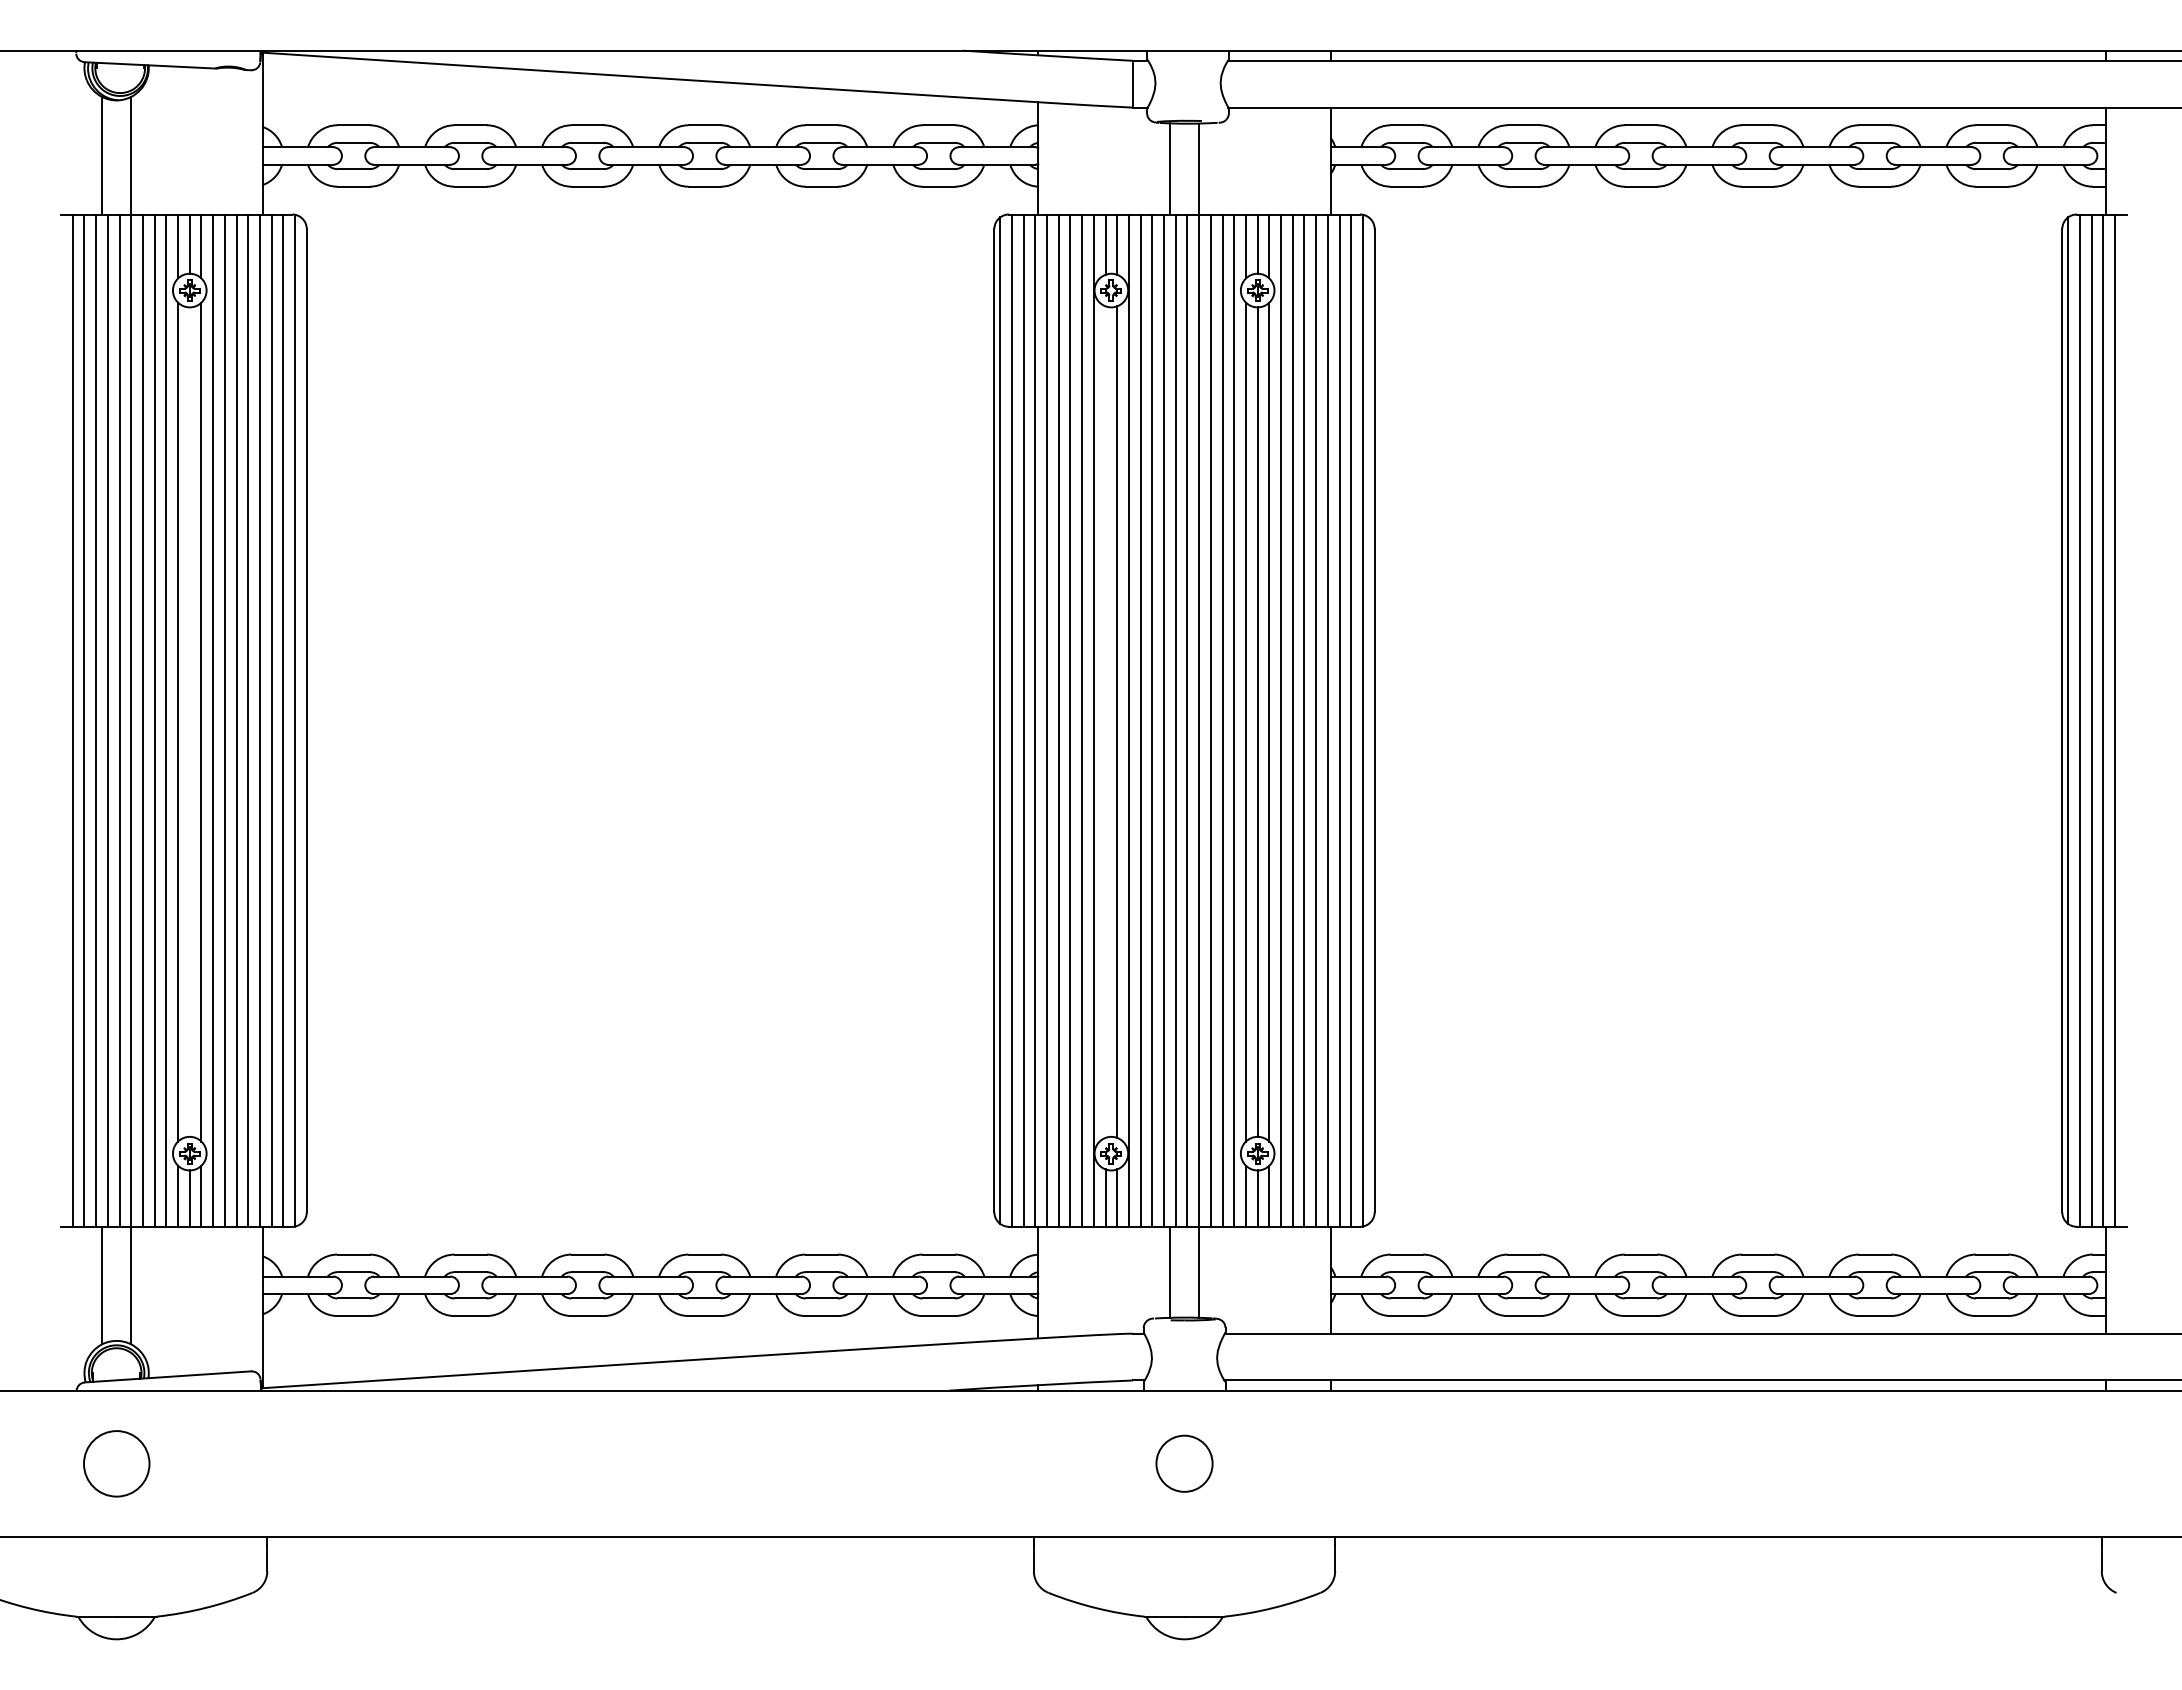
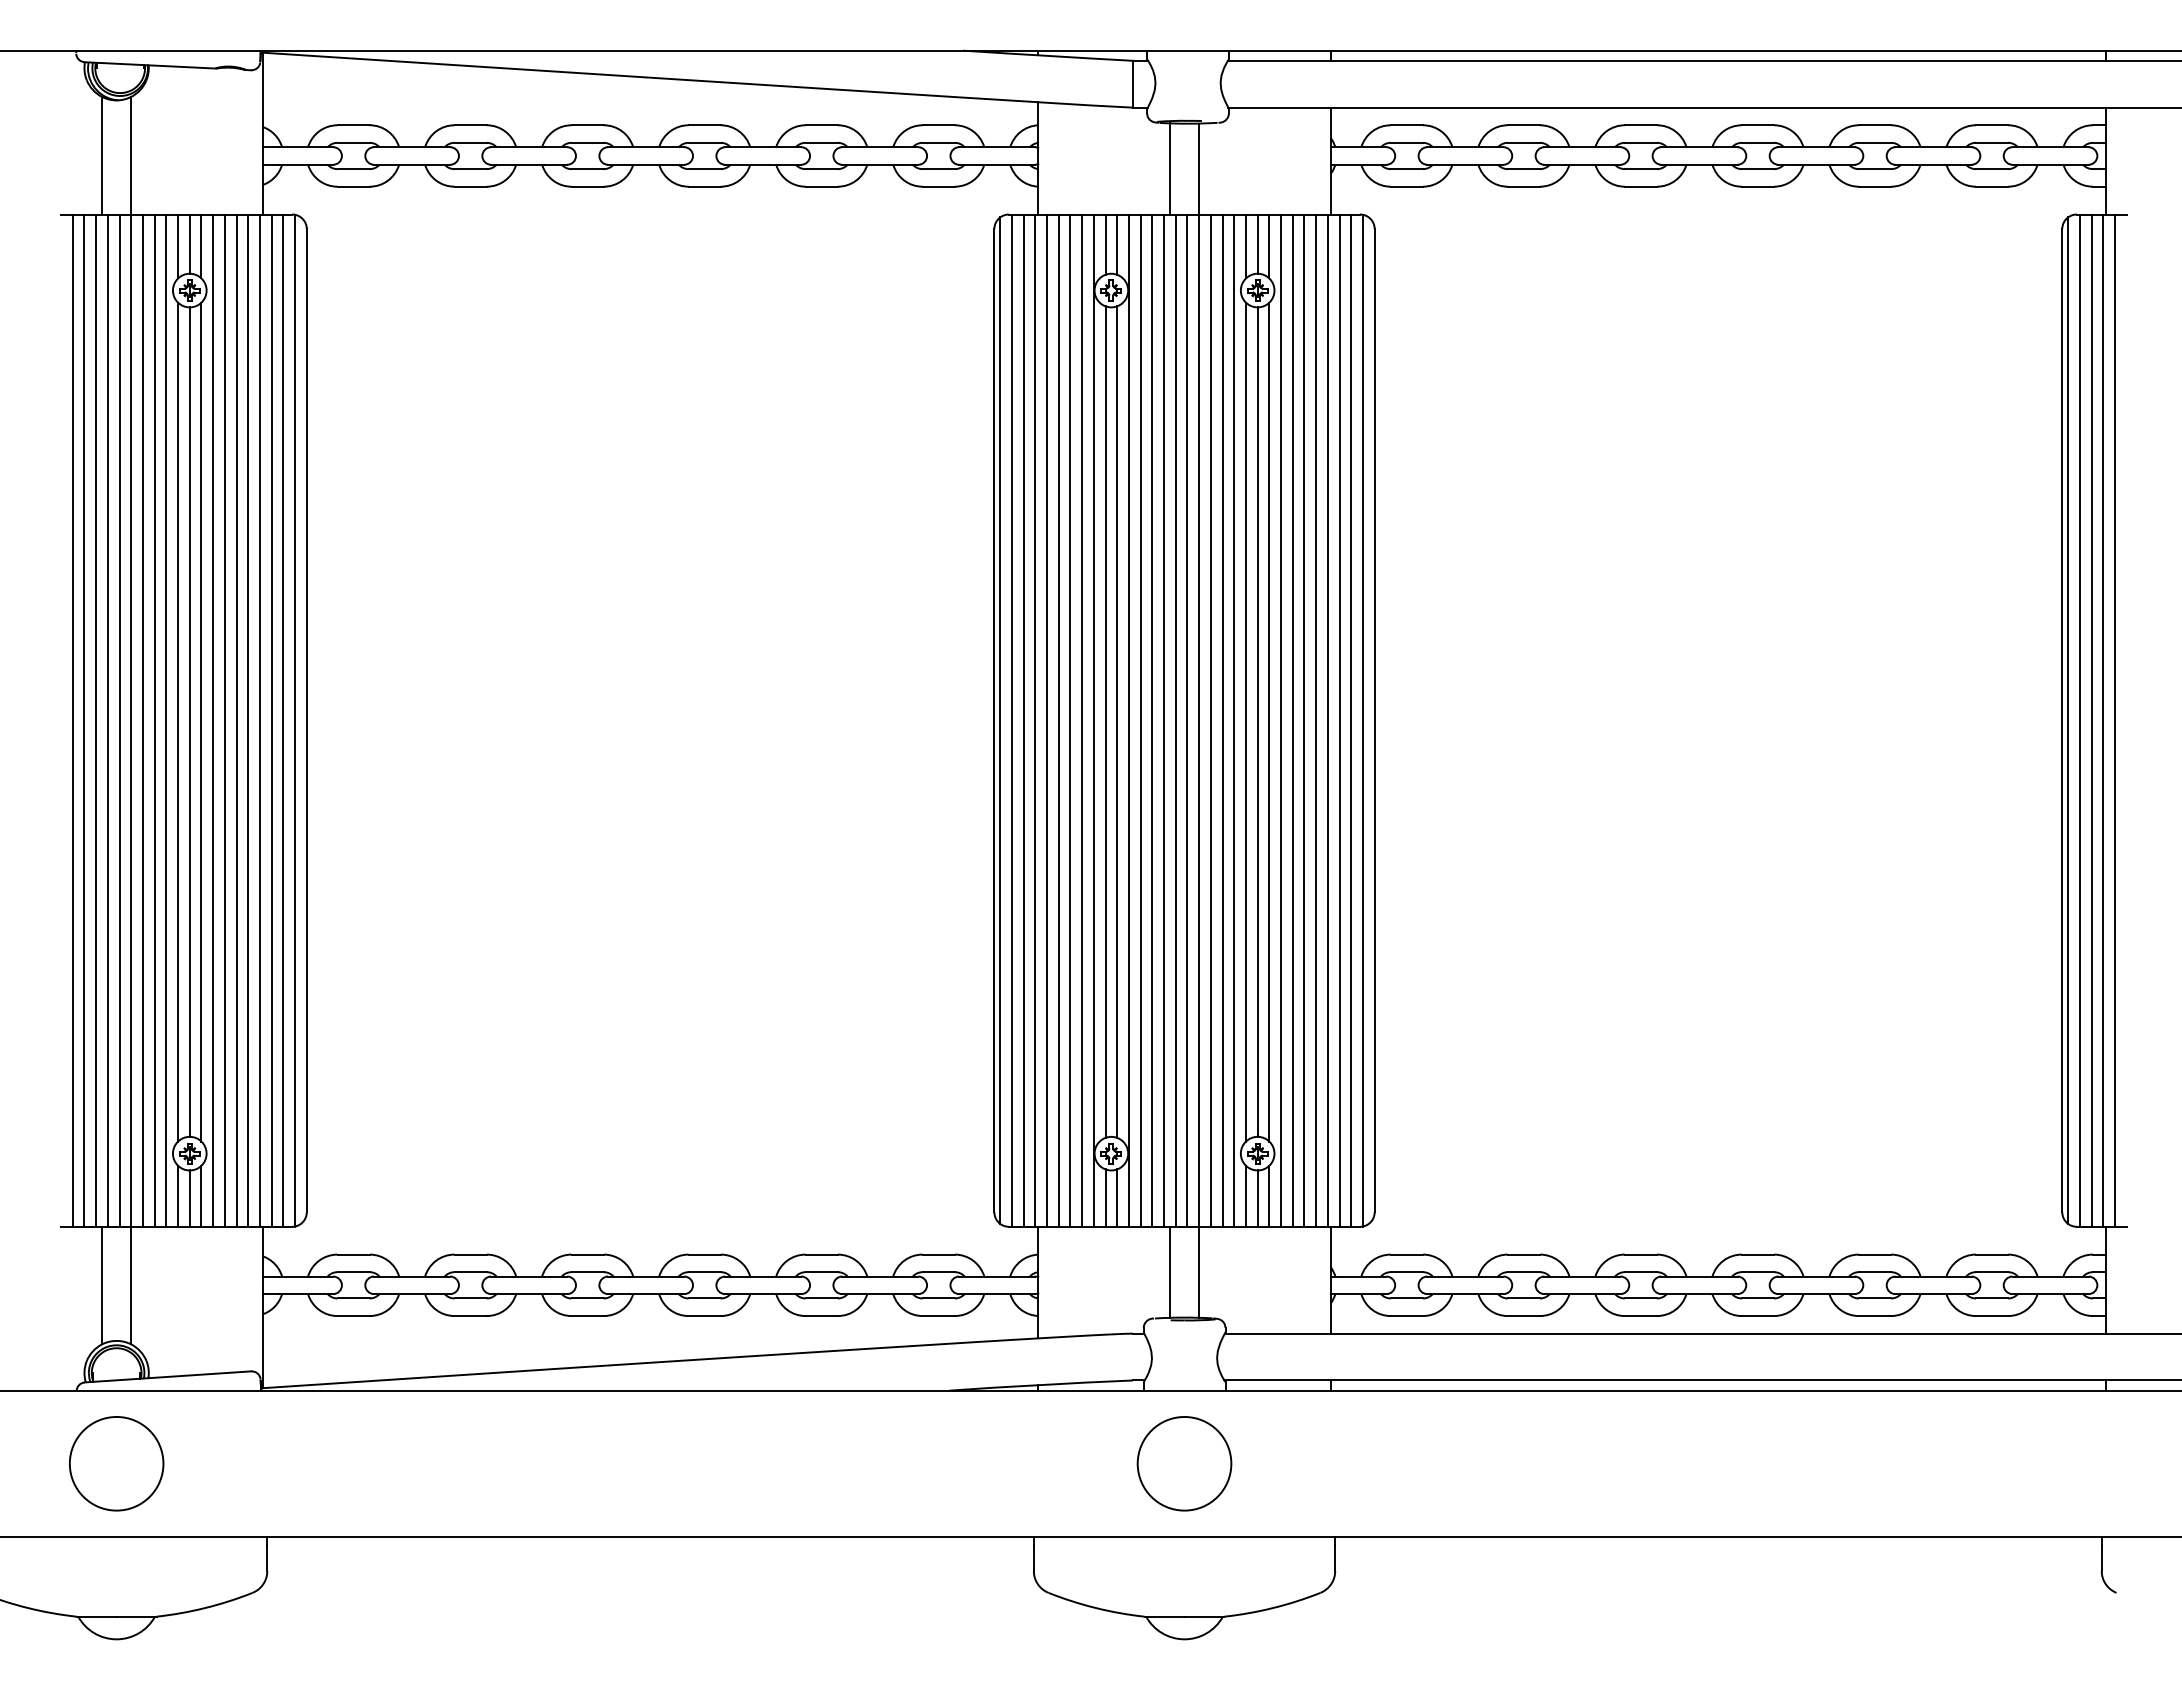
line at (189, 721): none -> present
line at (1105, 721): none -> present
circle at (116, 1463) size: 68x68 px -> 96x96 px
circle at (1184, 1463) diameter: 56 px -> 94 px
